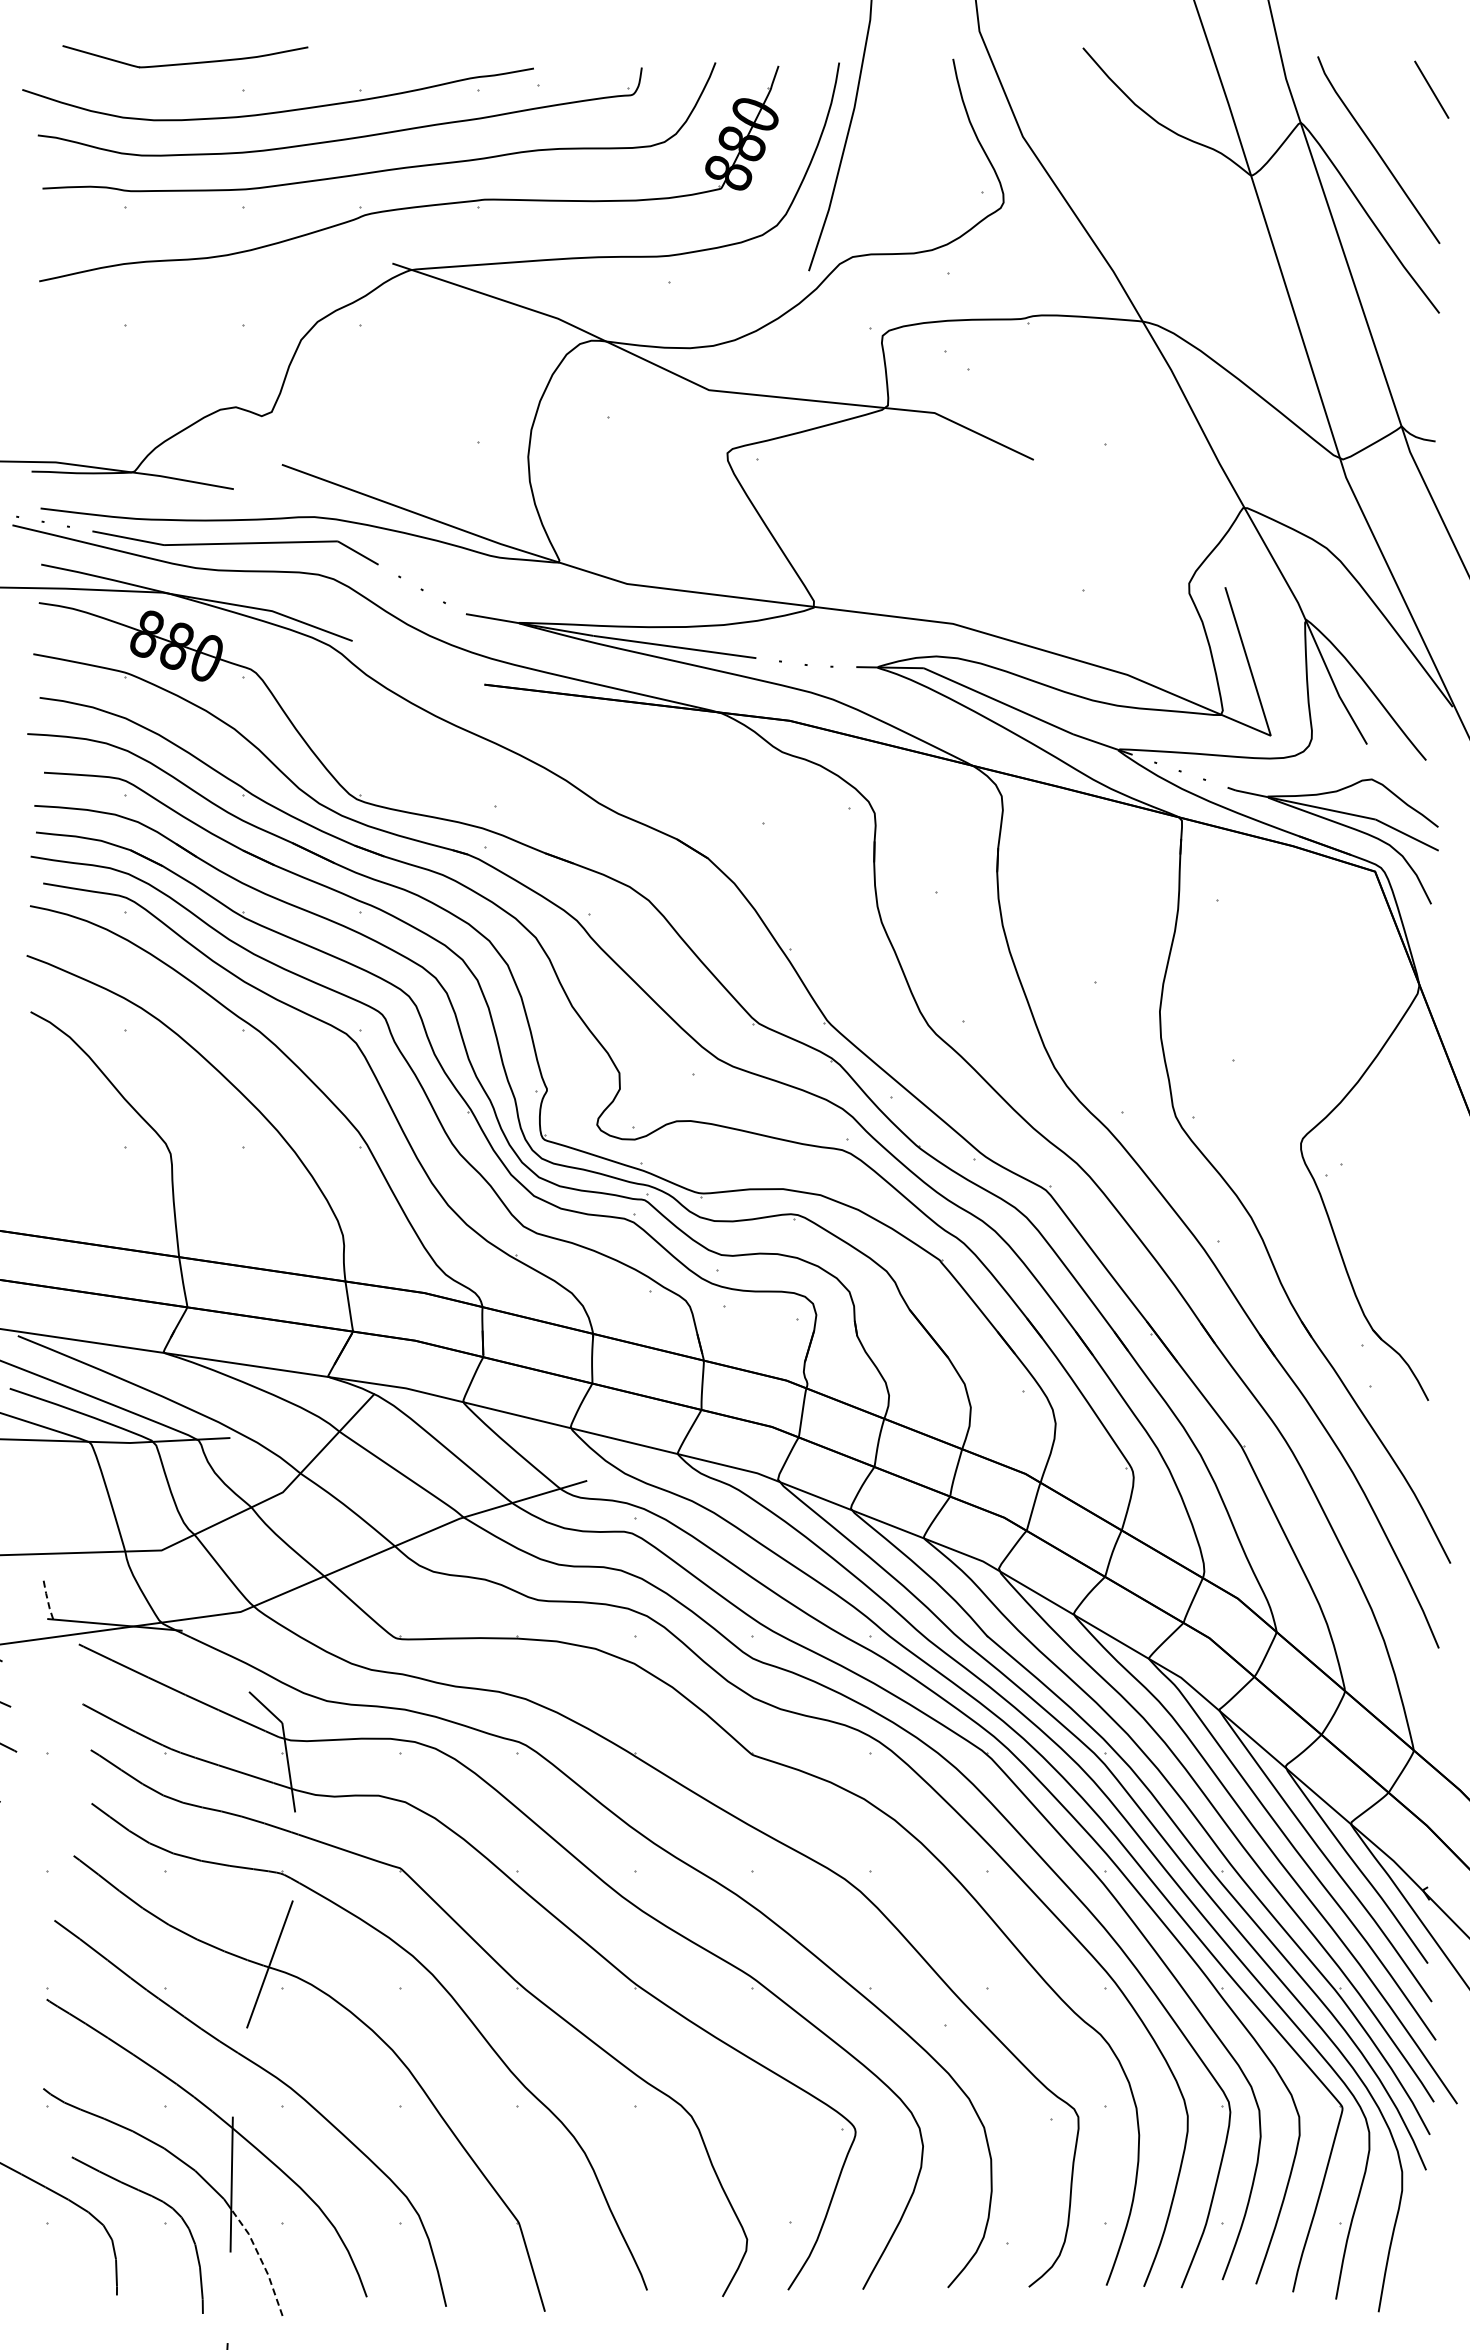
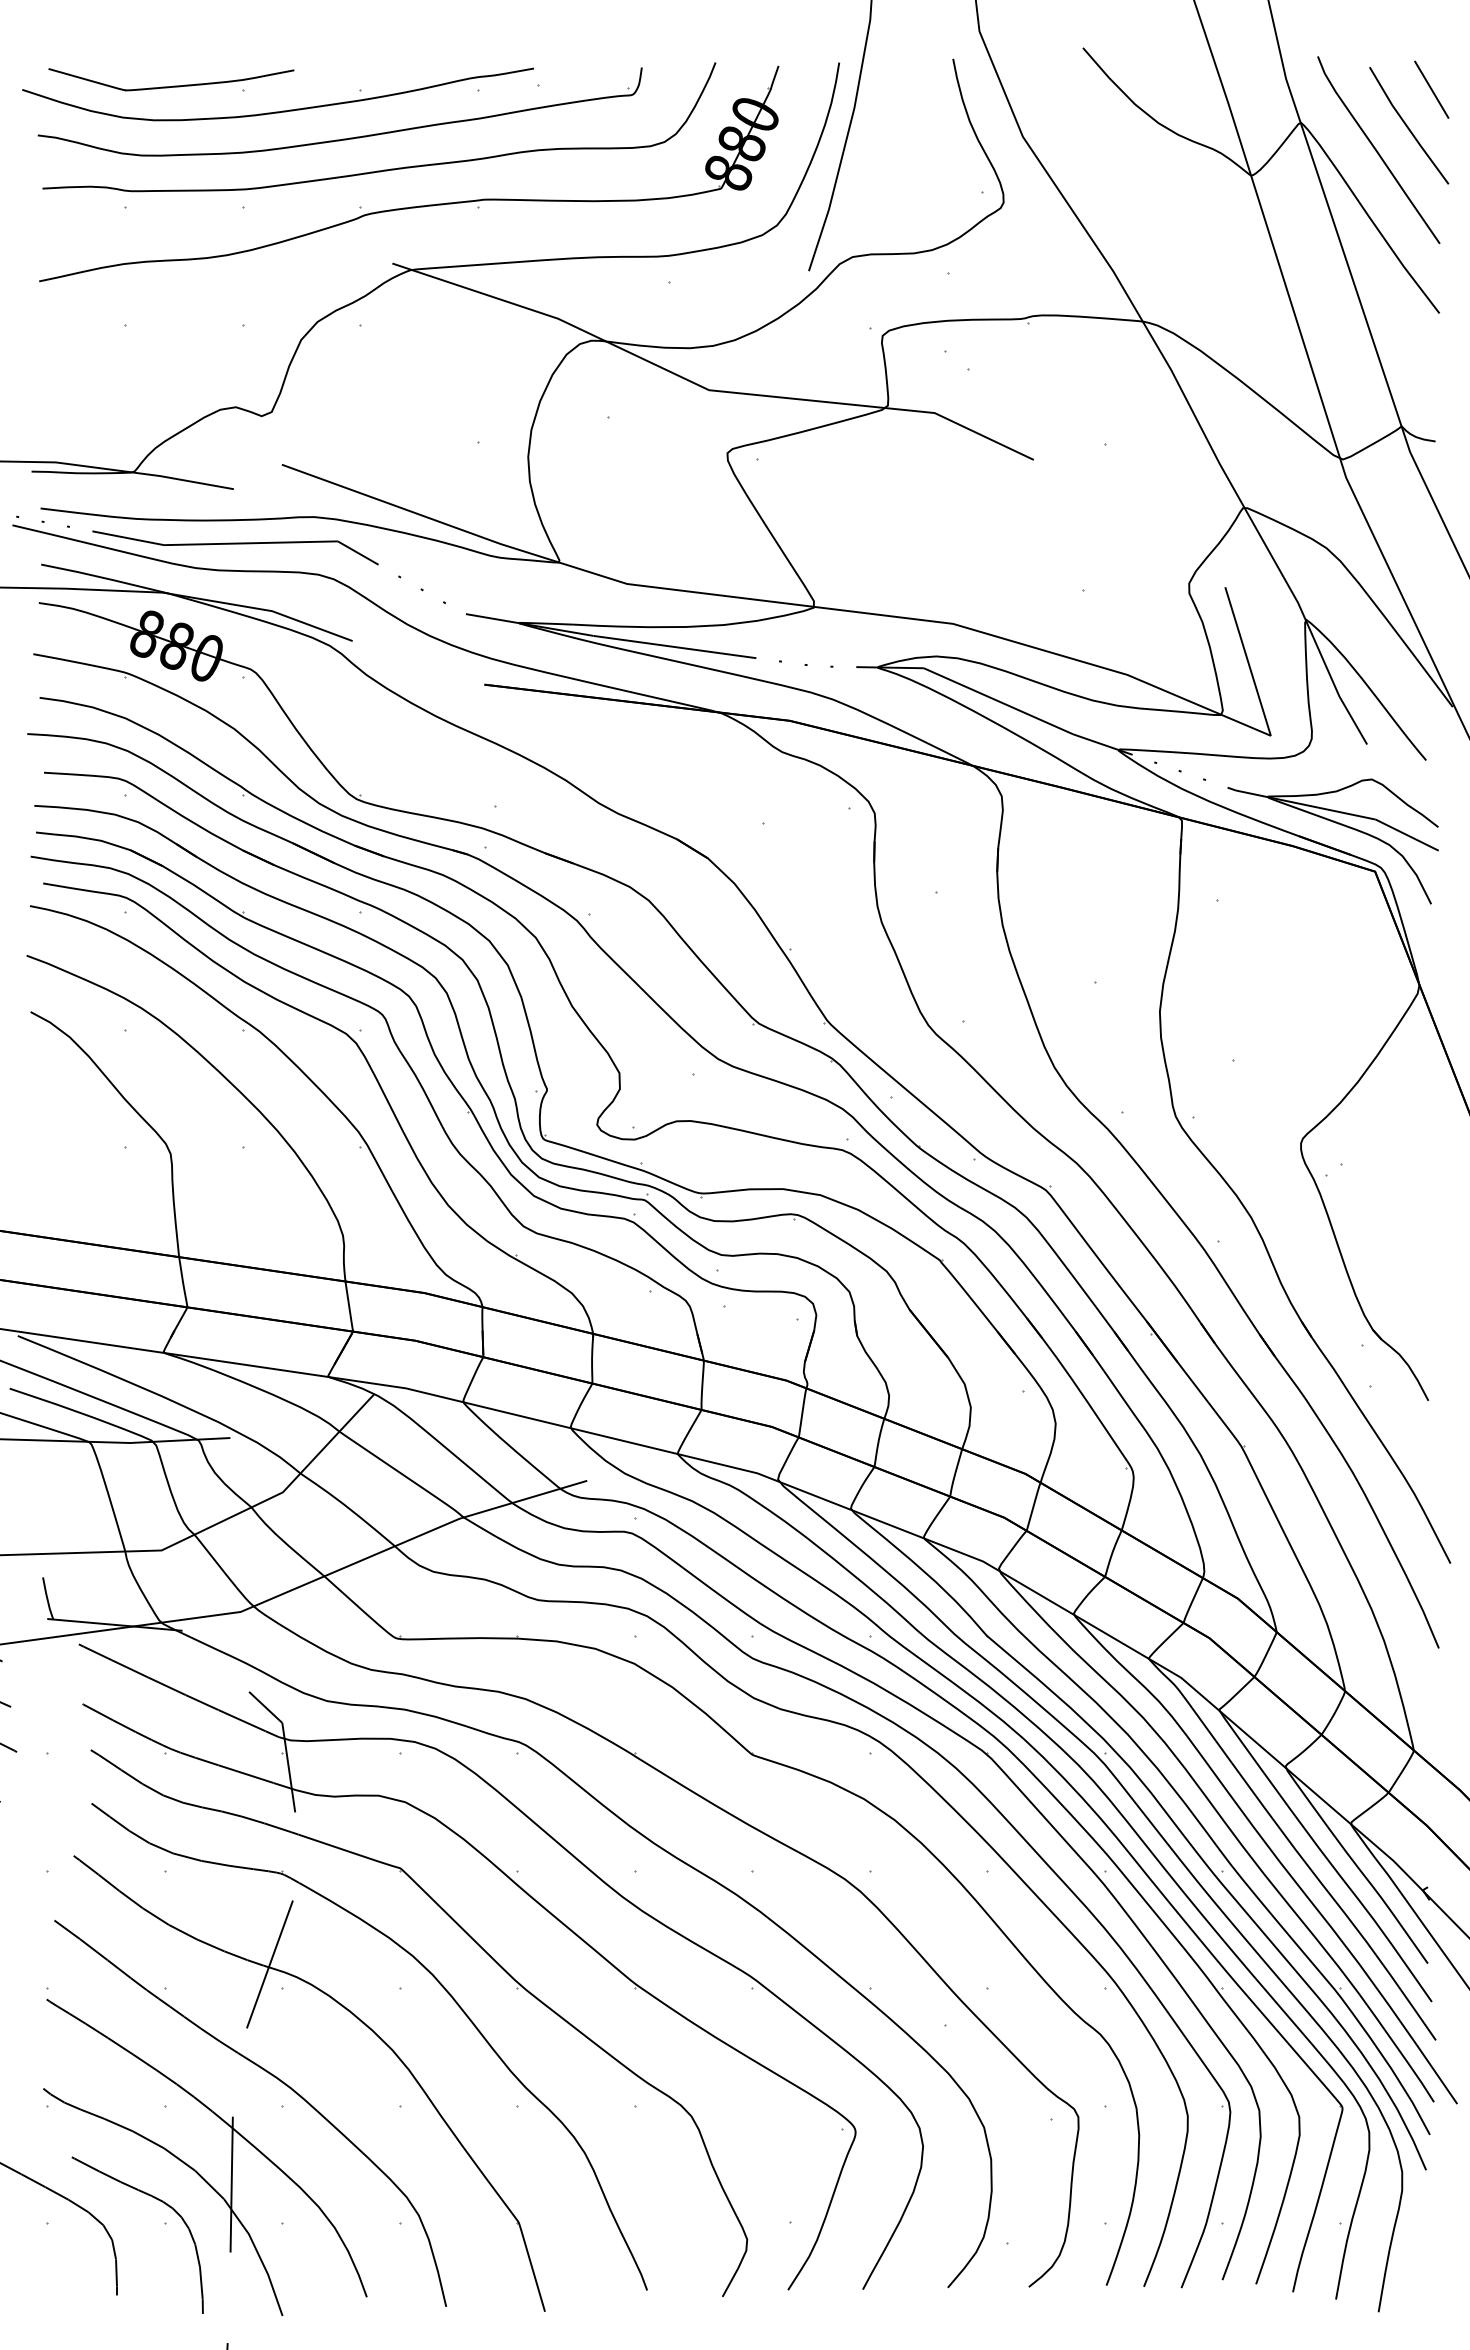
part at (187, 62) position: (187, 62) -> (173, 85)
line at (1408, 126): none -> present
line at (47, 1598): dashed -> solid
line at (261, 2259): dashed -> solid
